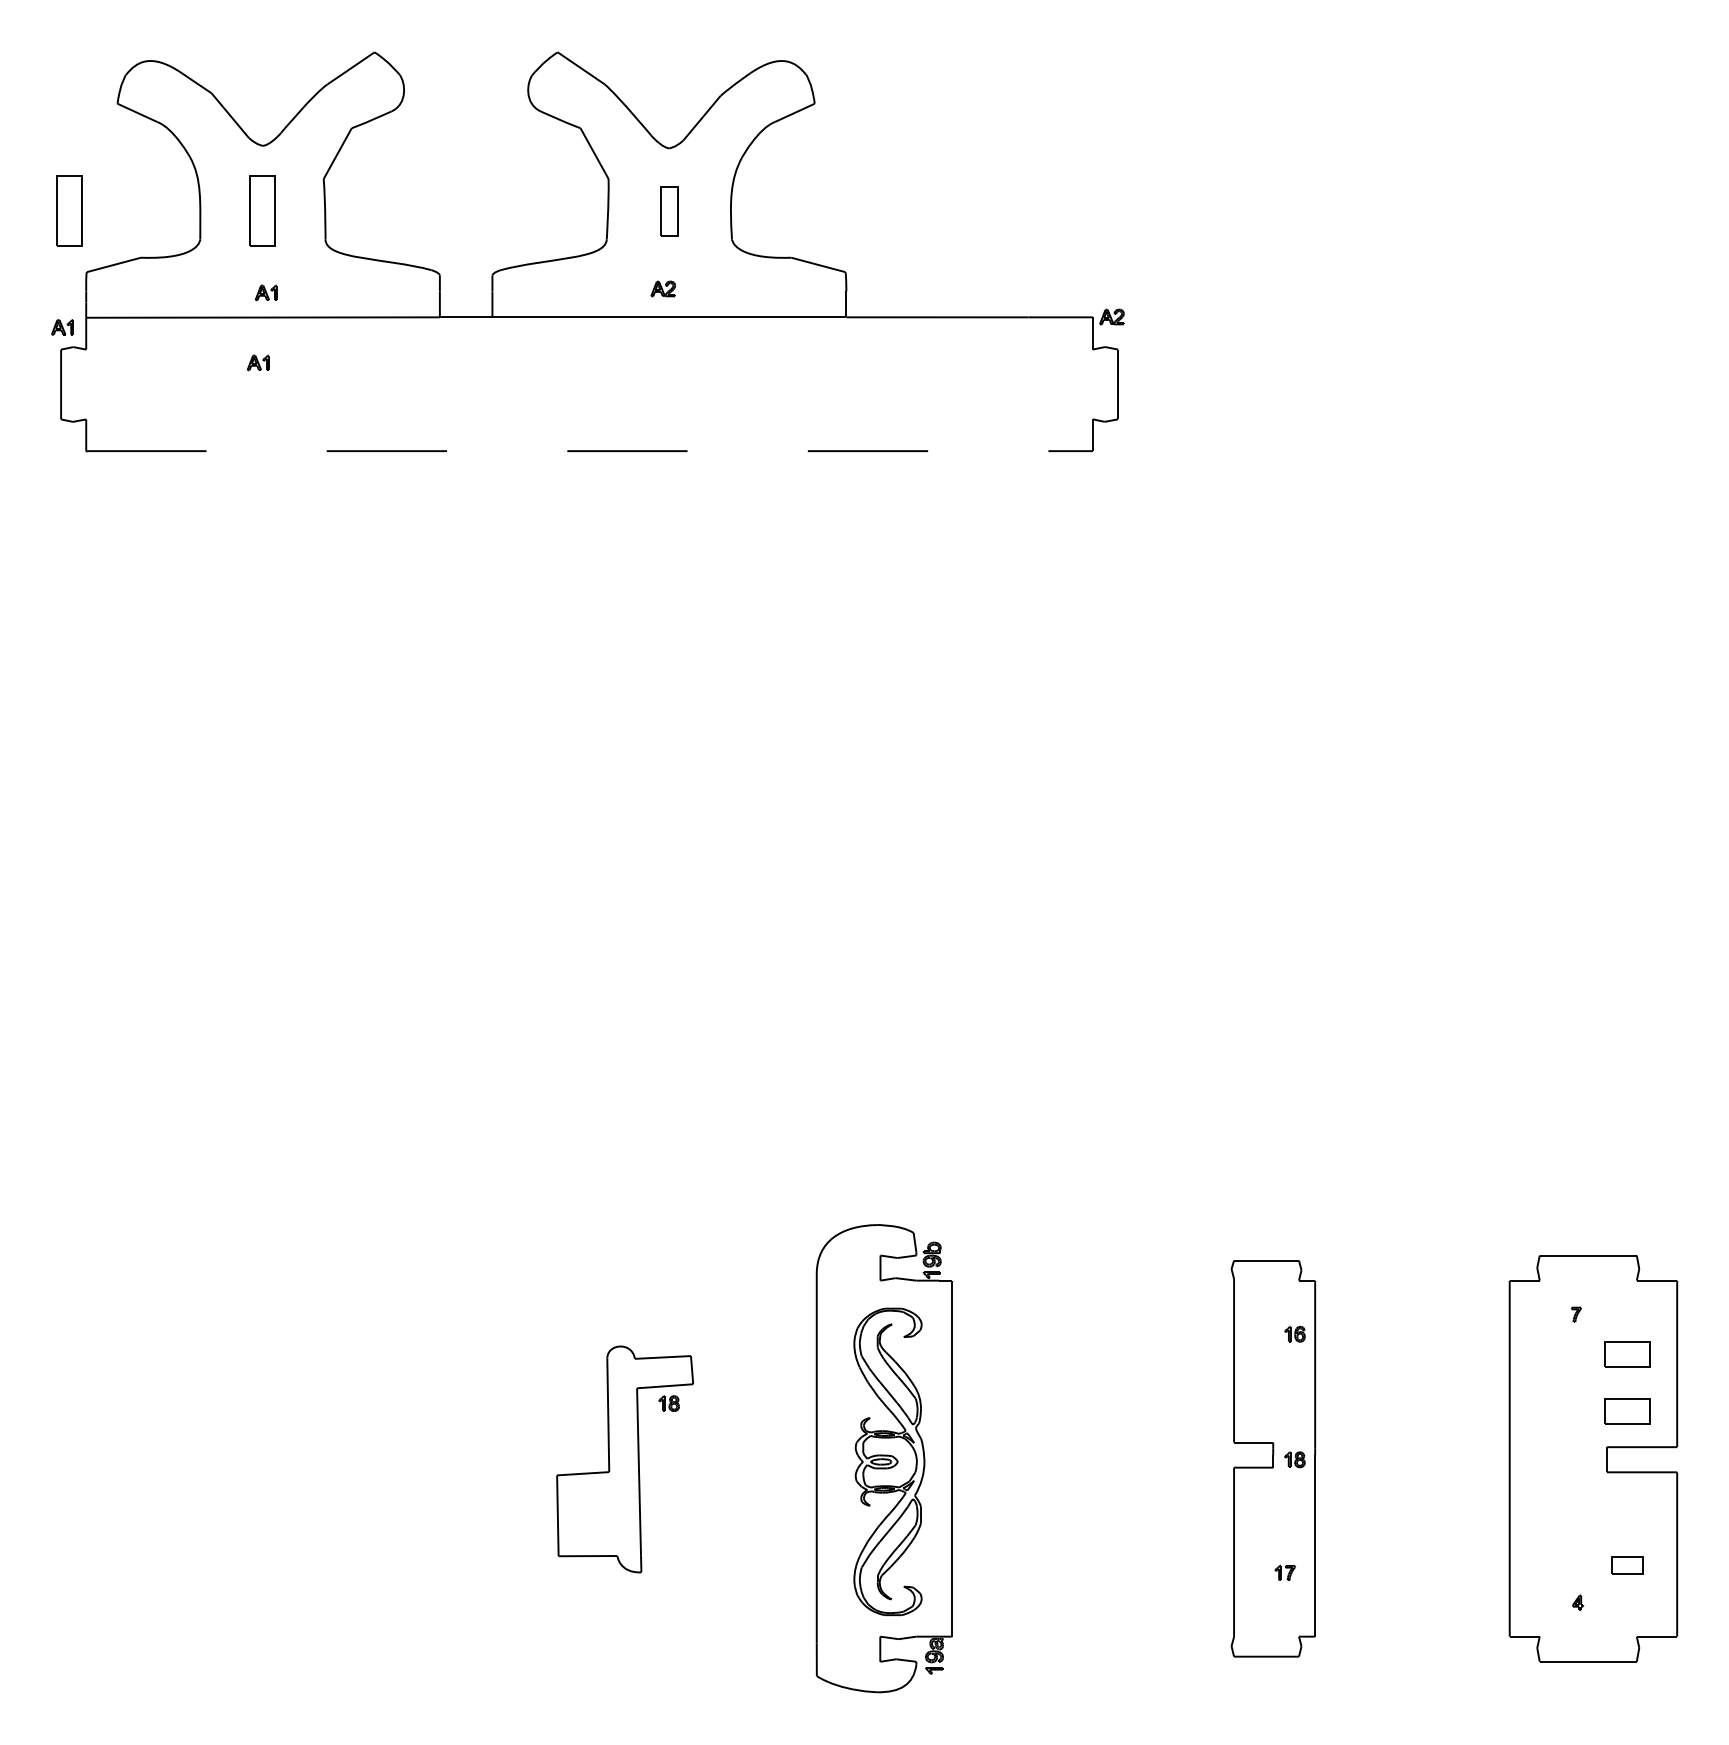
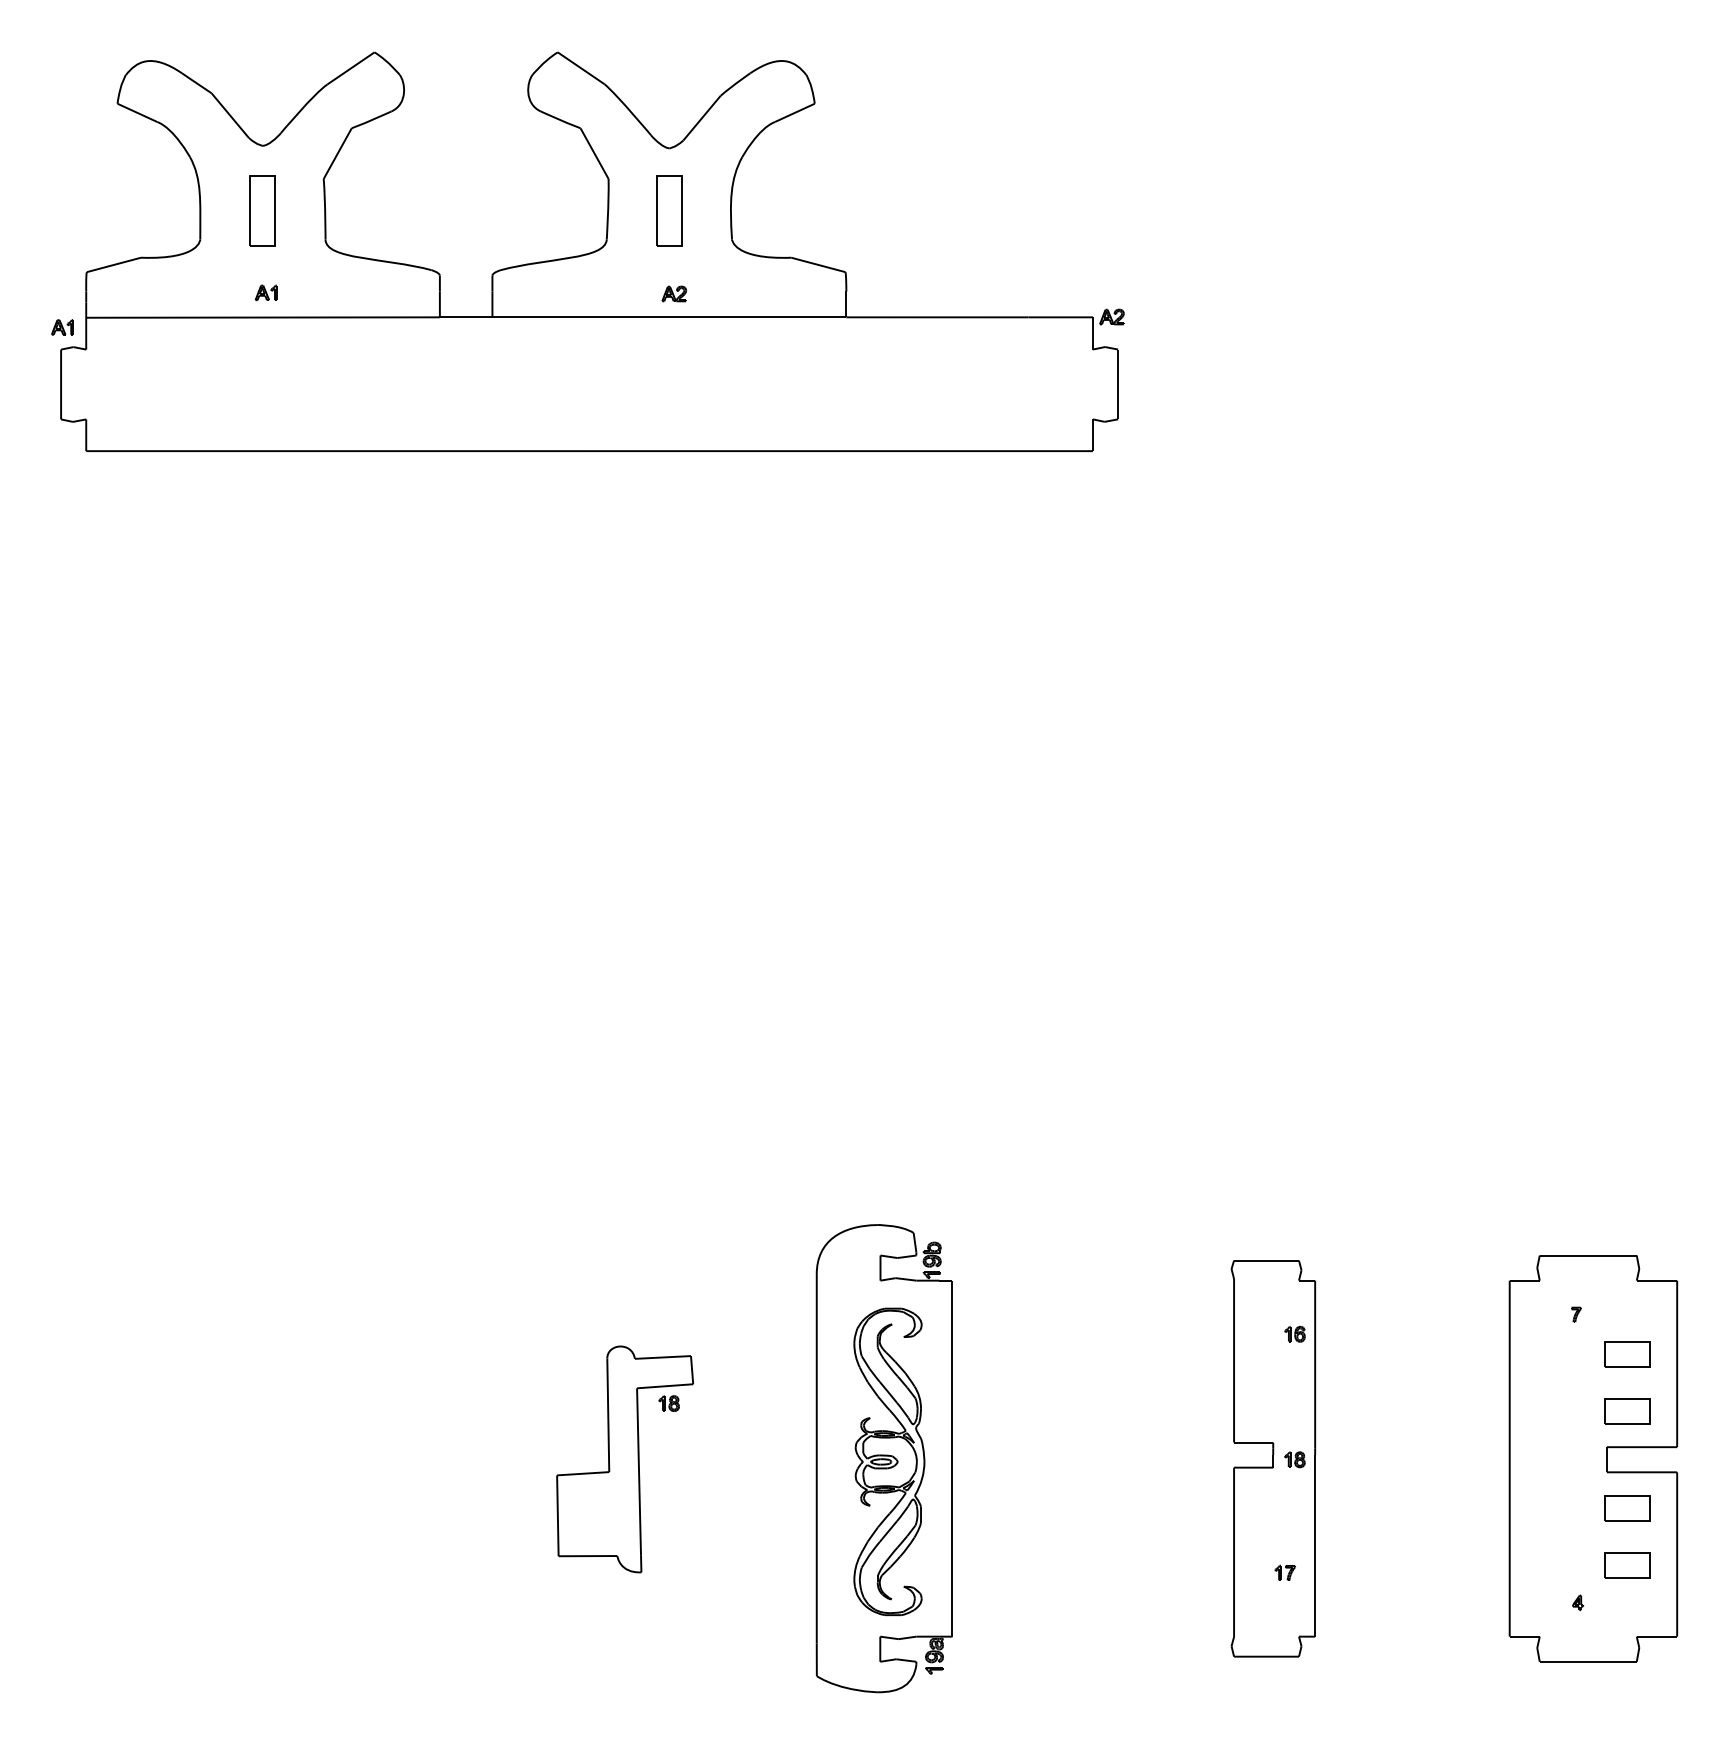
part at (69, 210): present -> none
part at (669, 211) size: 19x51 px -> 27x72 px
part at (663, 288) position: (663, 288) -> (674, 293)
part at (257, 362): present -> none
line at (589, 451): dashed -> solid
part at (1627, 1508): none -> present
part at (1627, 1565) size: 33x19 px -> 47x27 px
